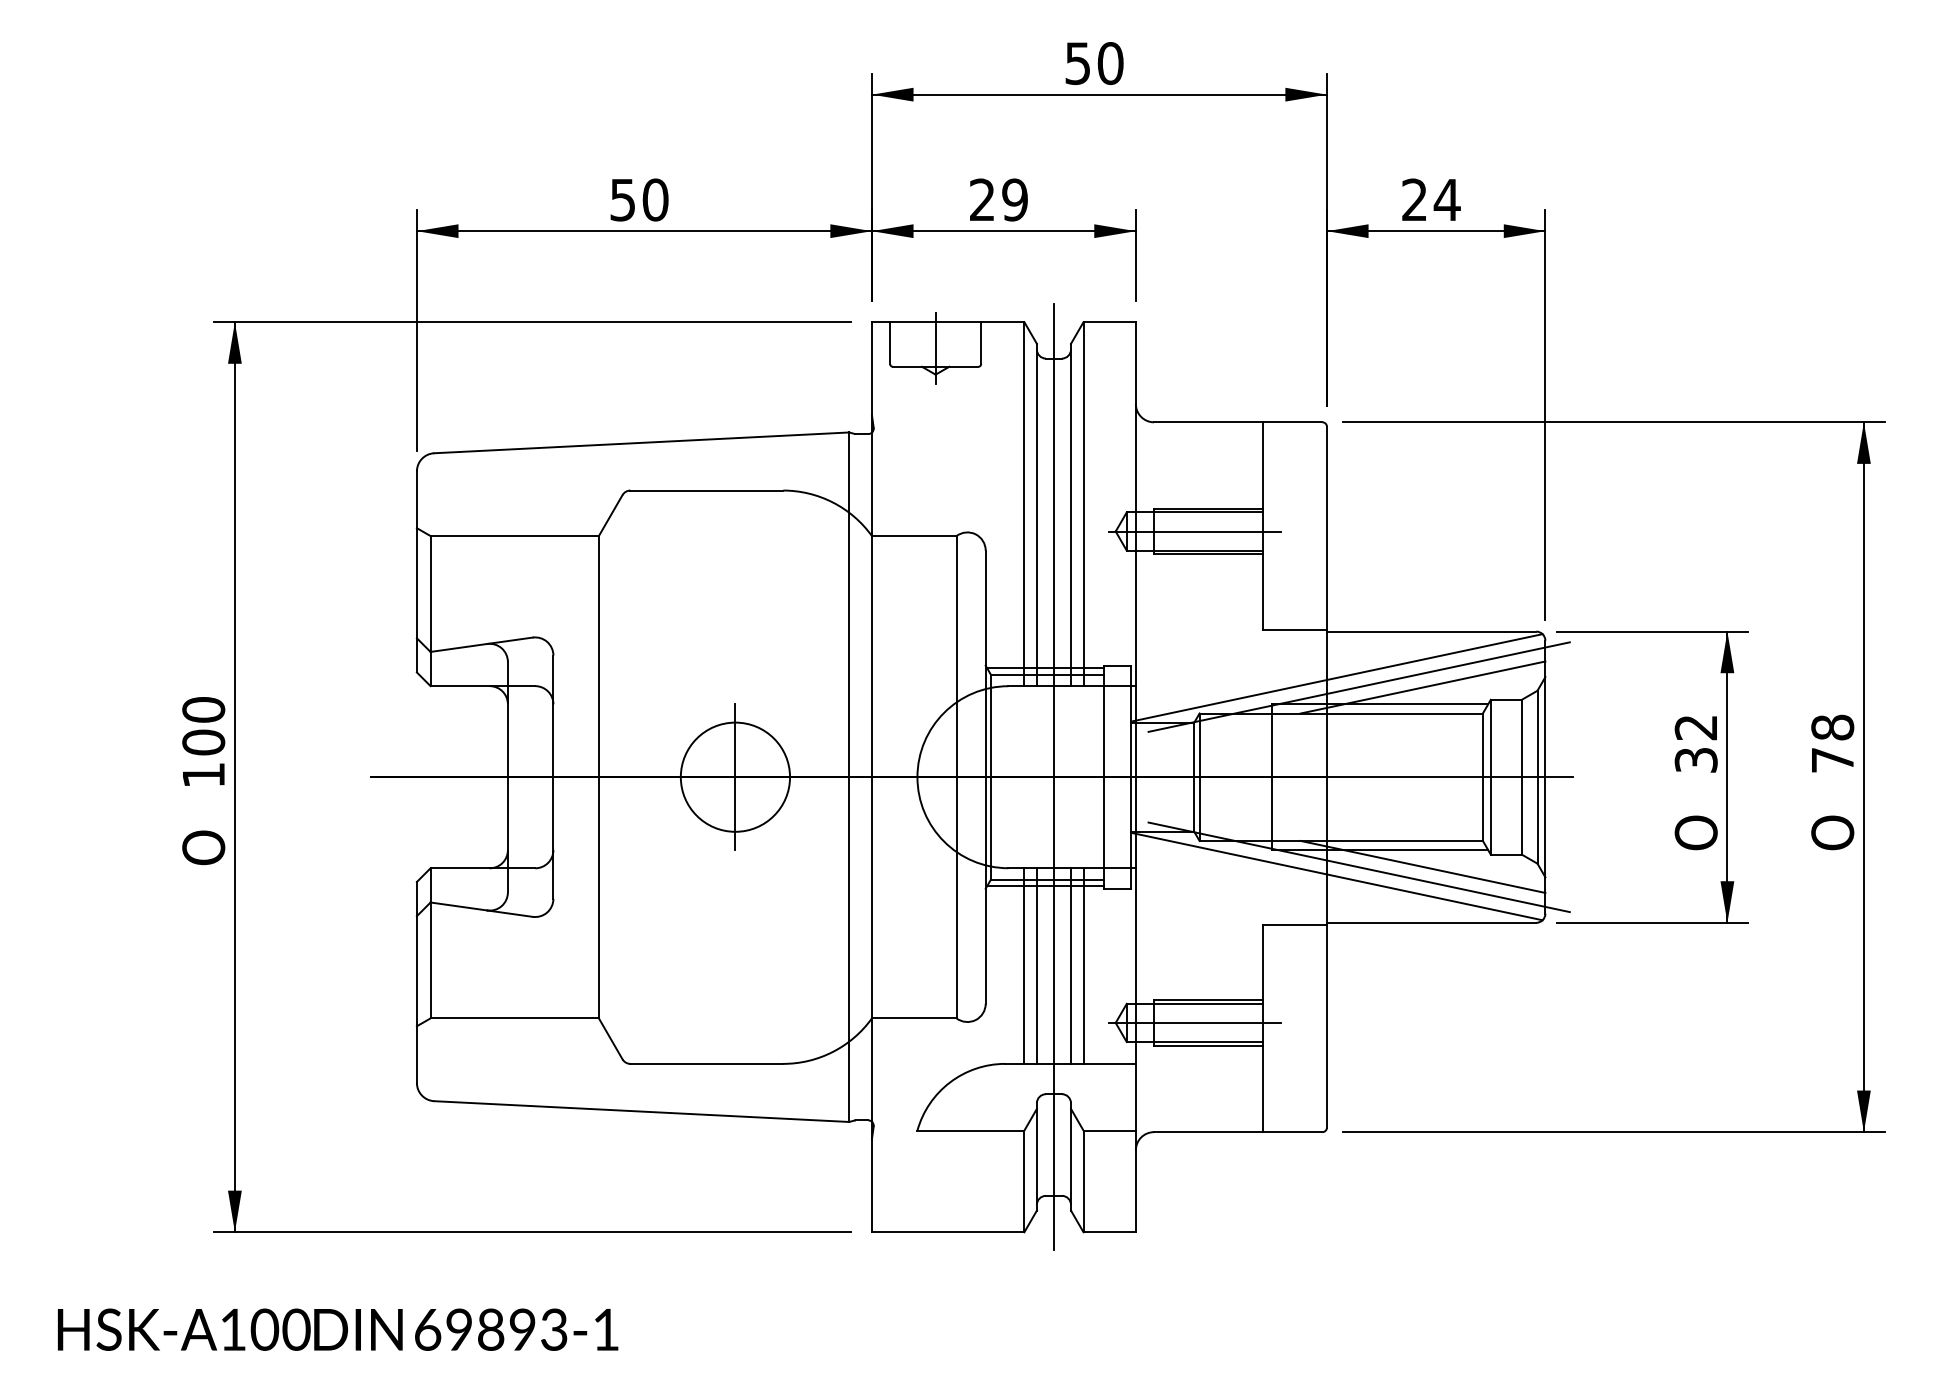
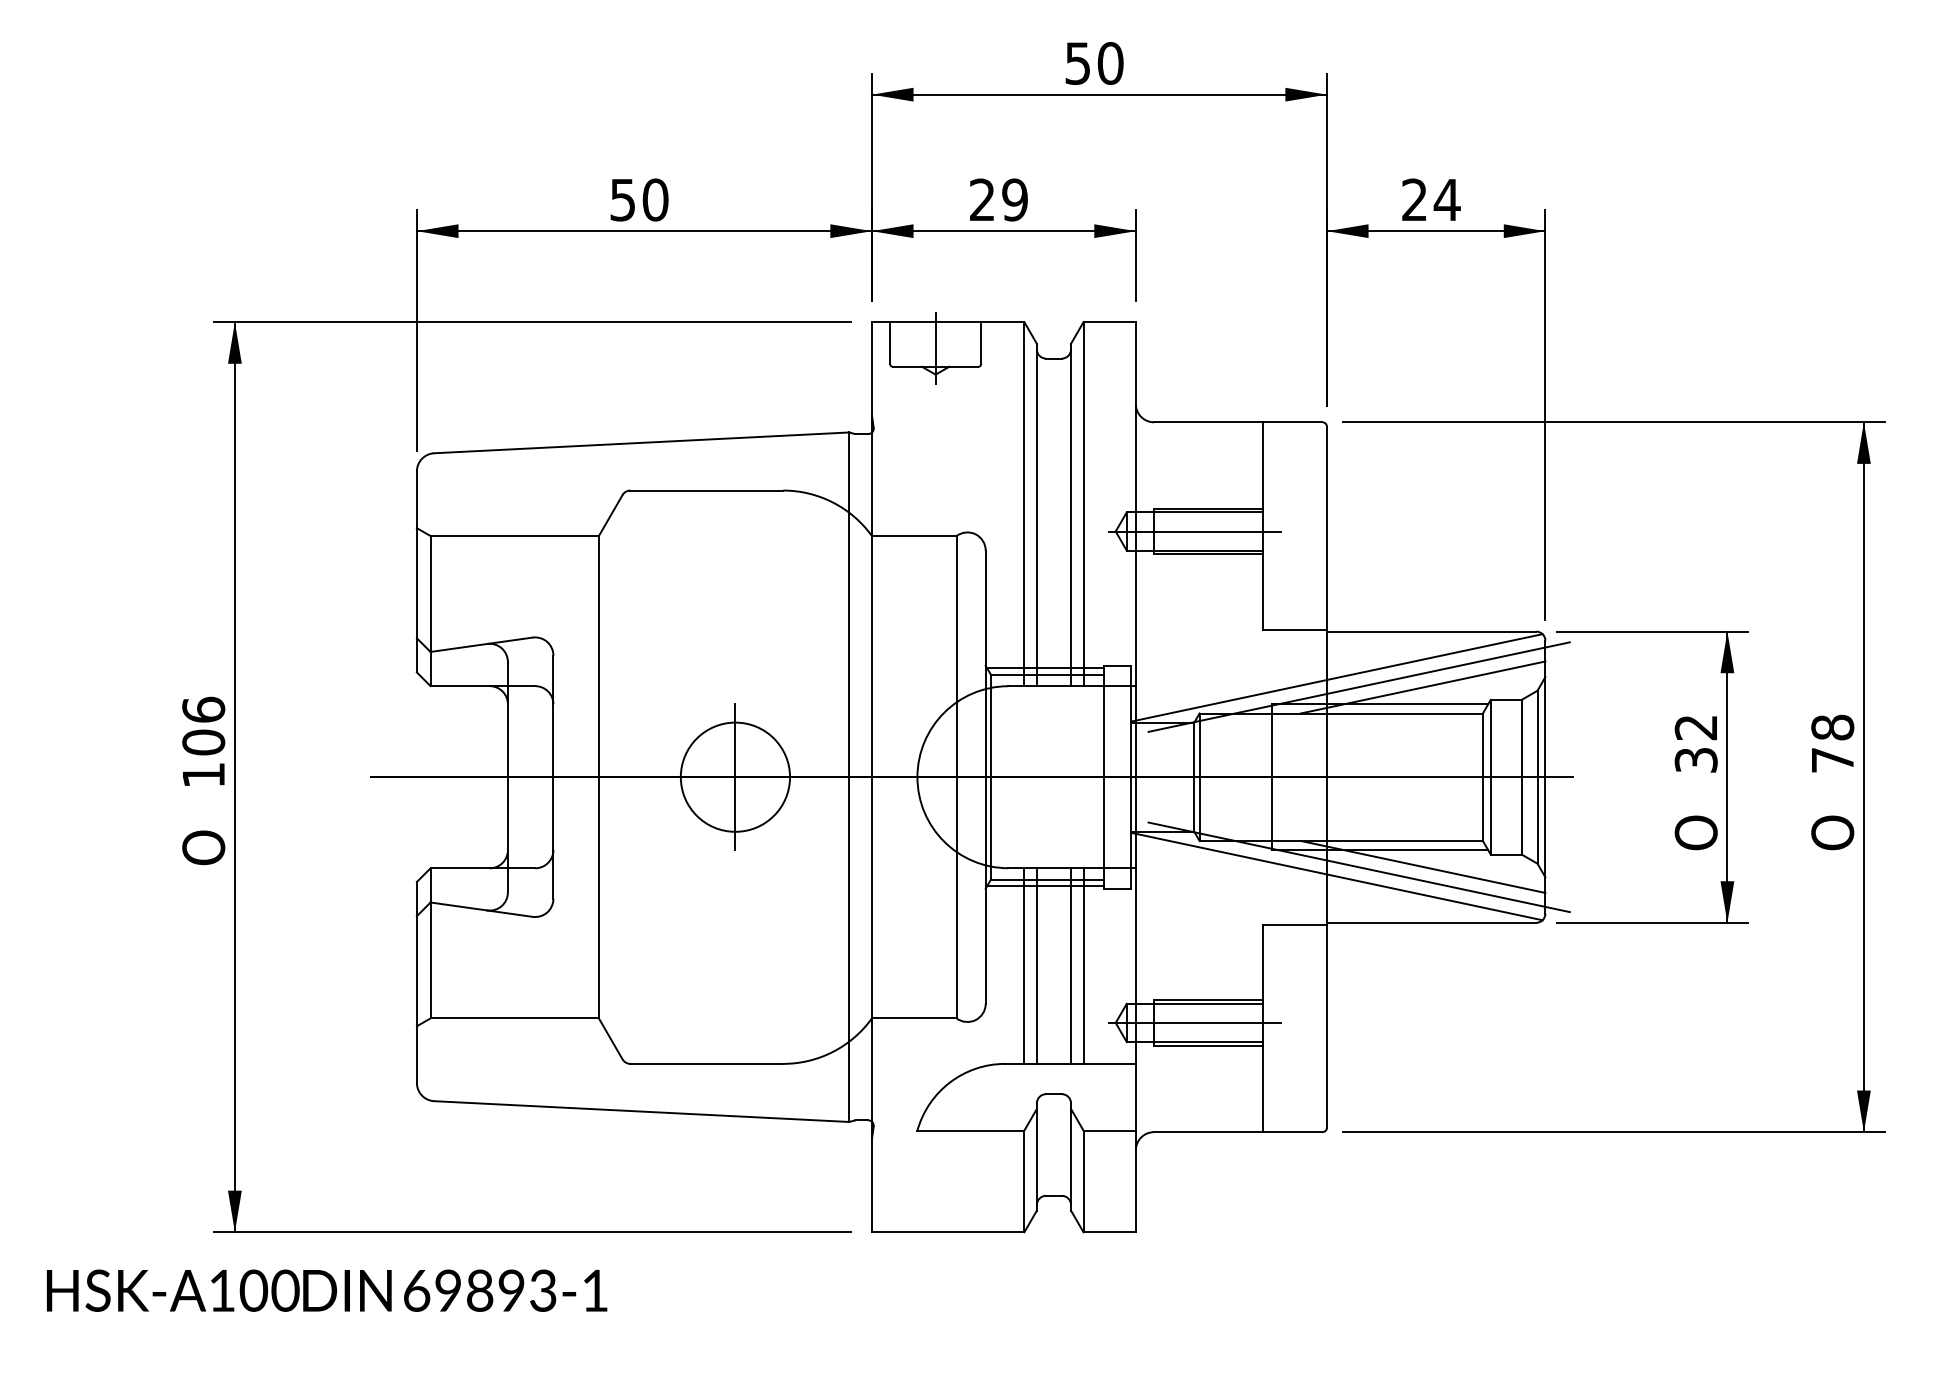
text at (203, 709): 100 -> 106
line at (1053, 777): present -> none
text at (338, 1329) position: (338, 1329) -> (327, 1290)
